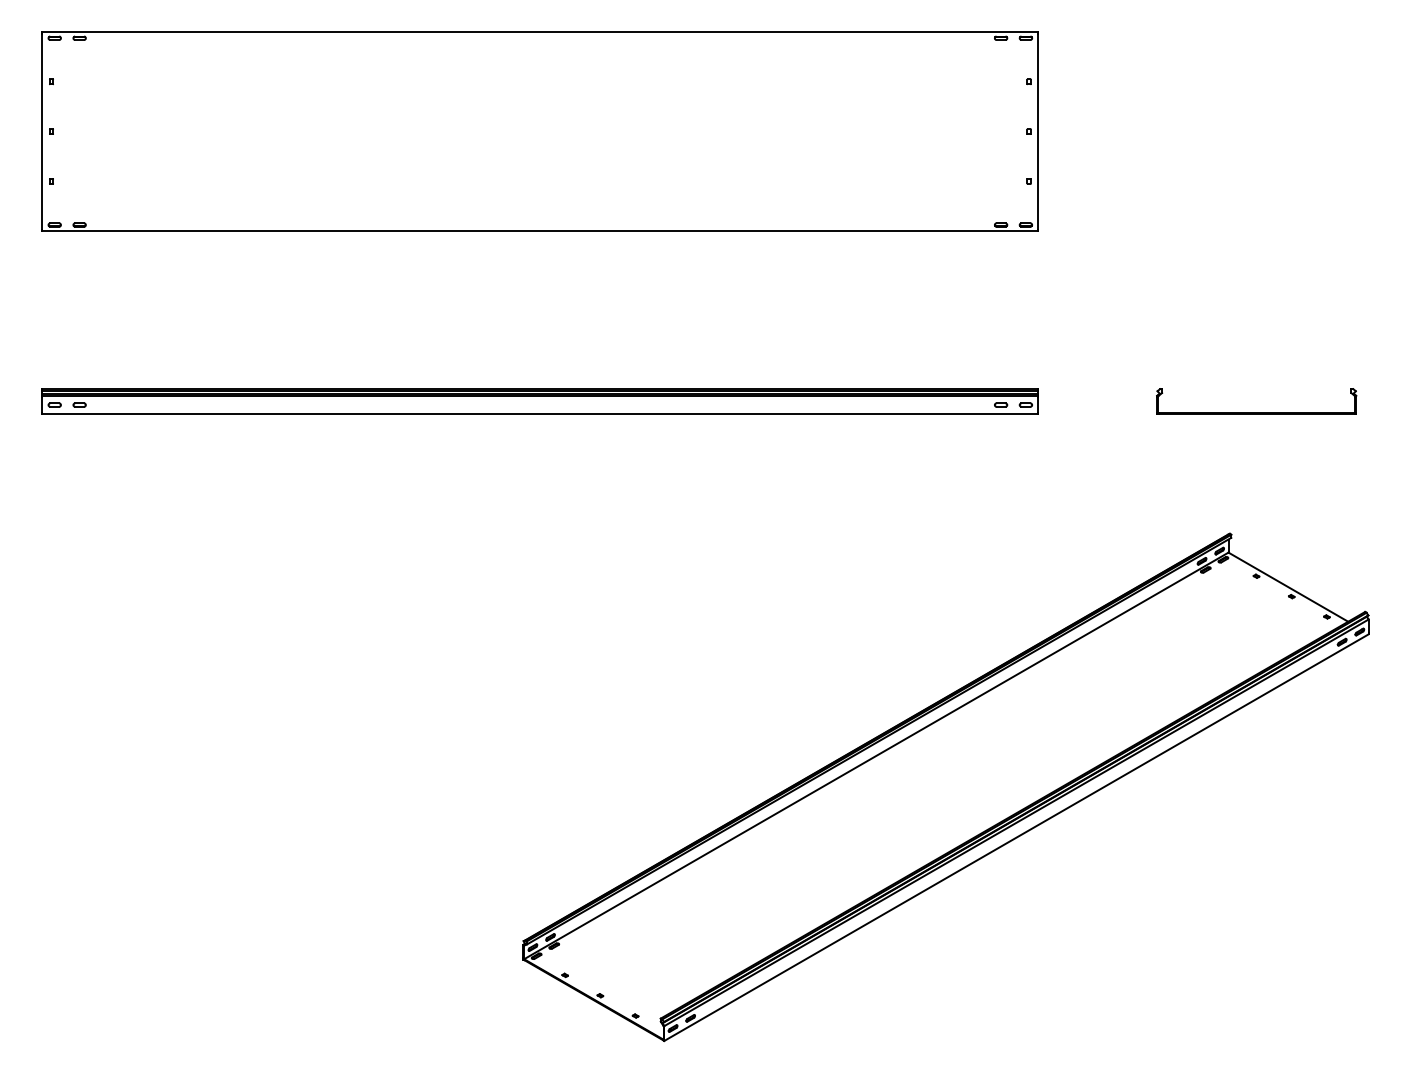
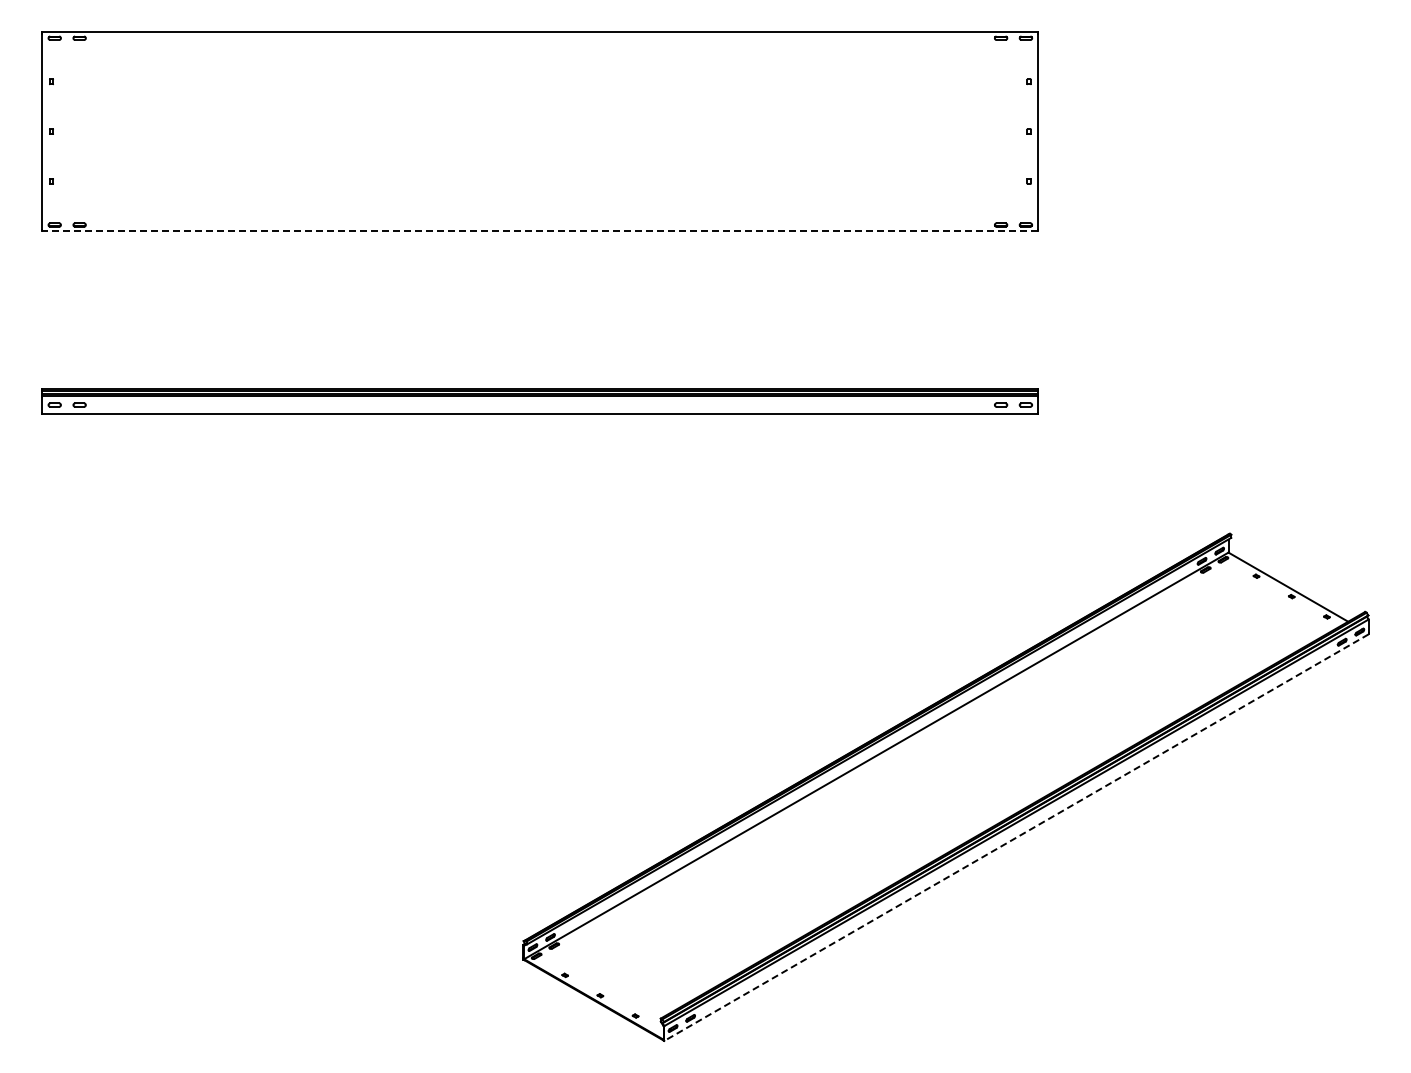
line at (539, 231): solid -> dashed
part at (1256, 412): present -> none
line at (1016, 837): solid -> dashed
